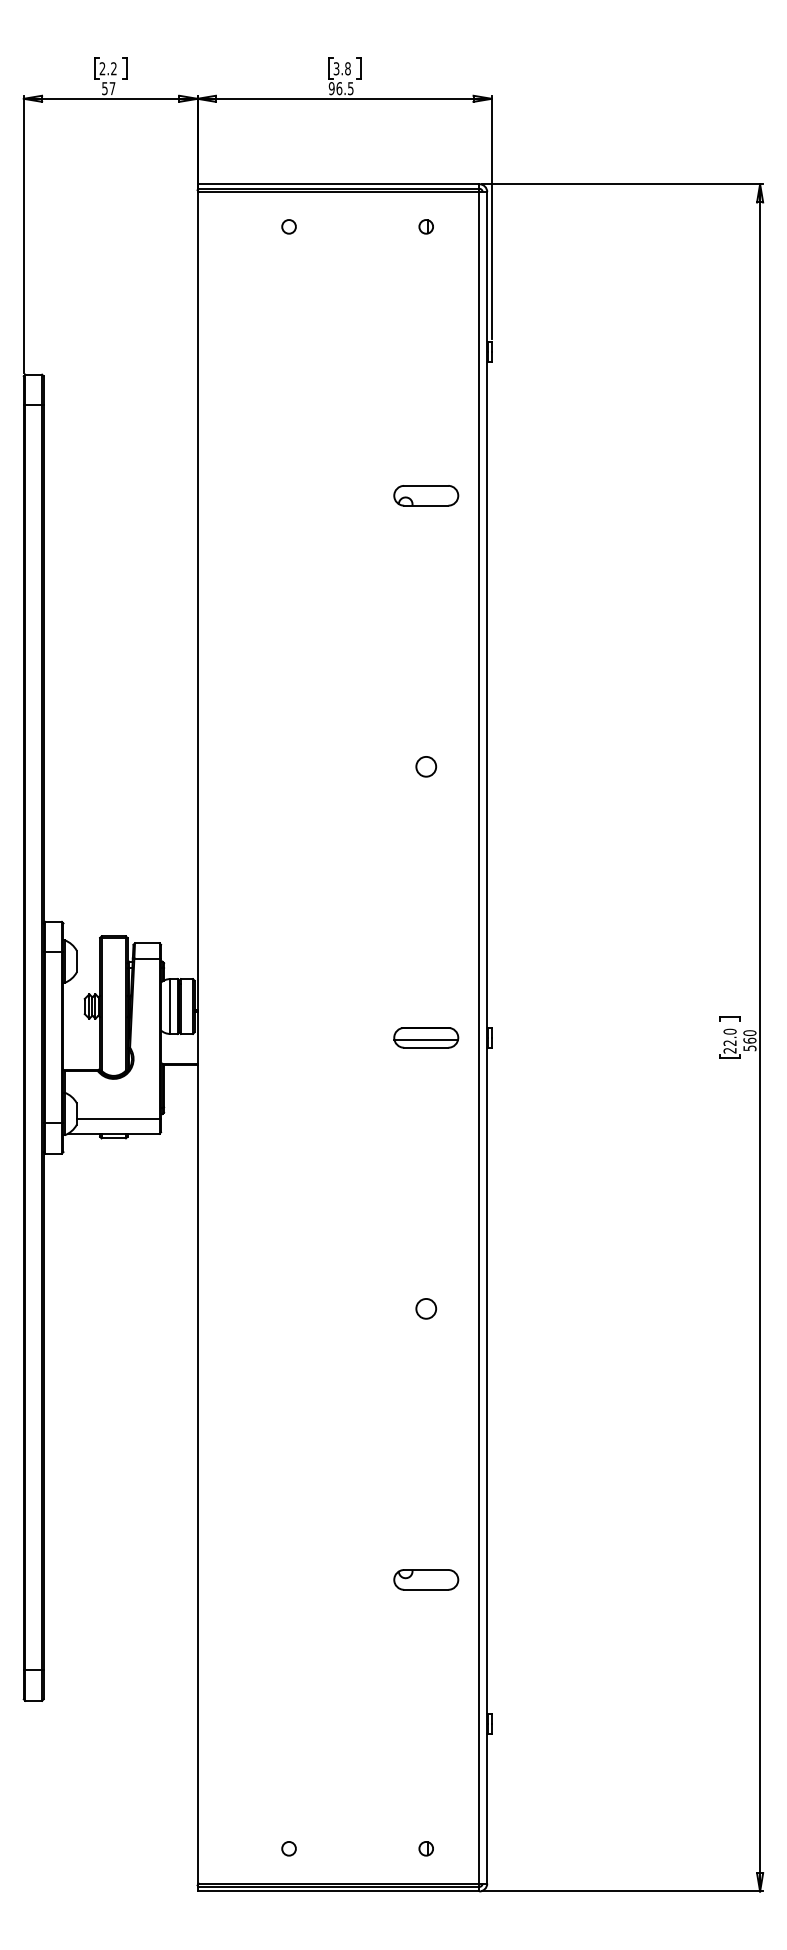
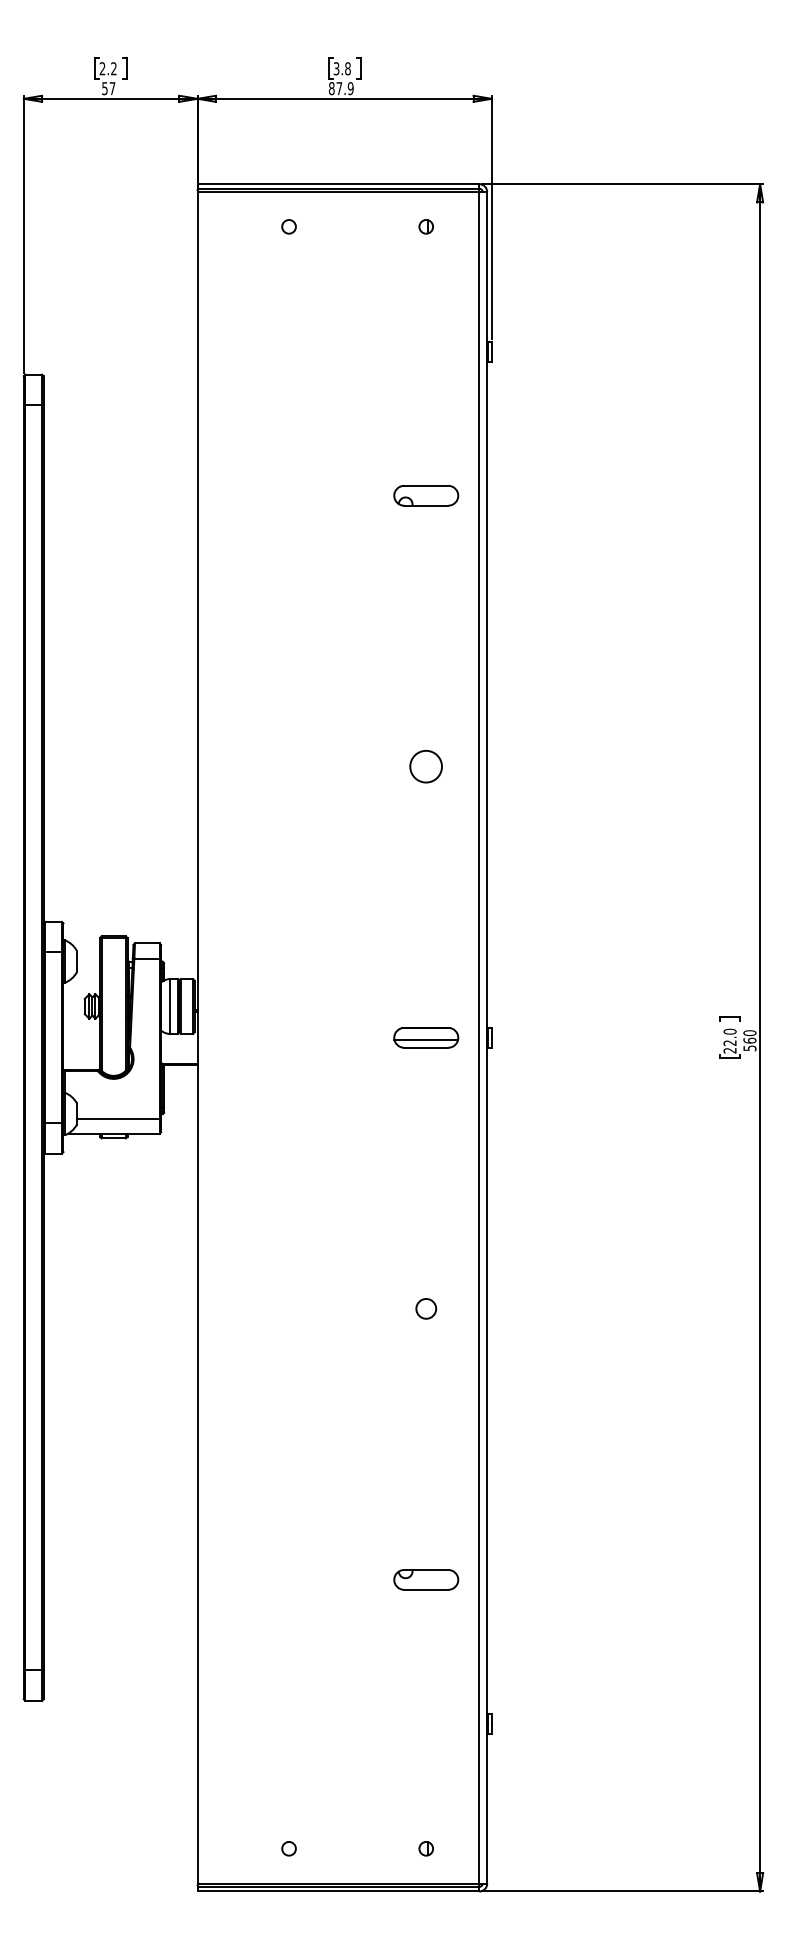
text at (340, 88): 96.5 -> 87.9
circle at (426, 766) size: 23x22 px -> 34x34 px
